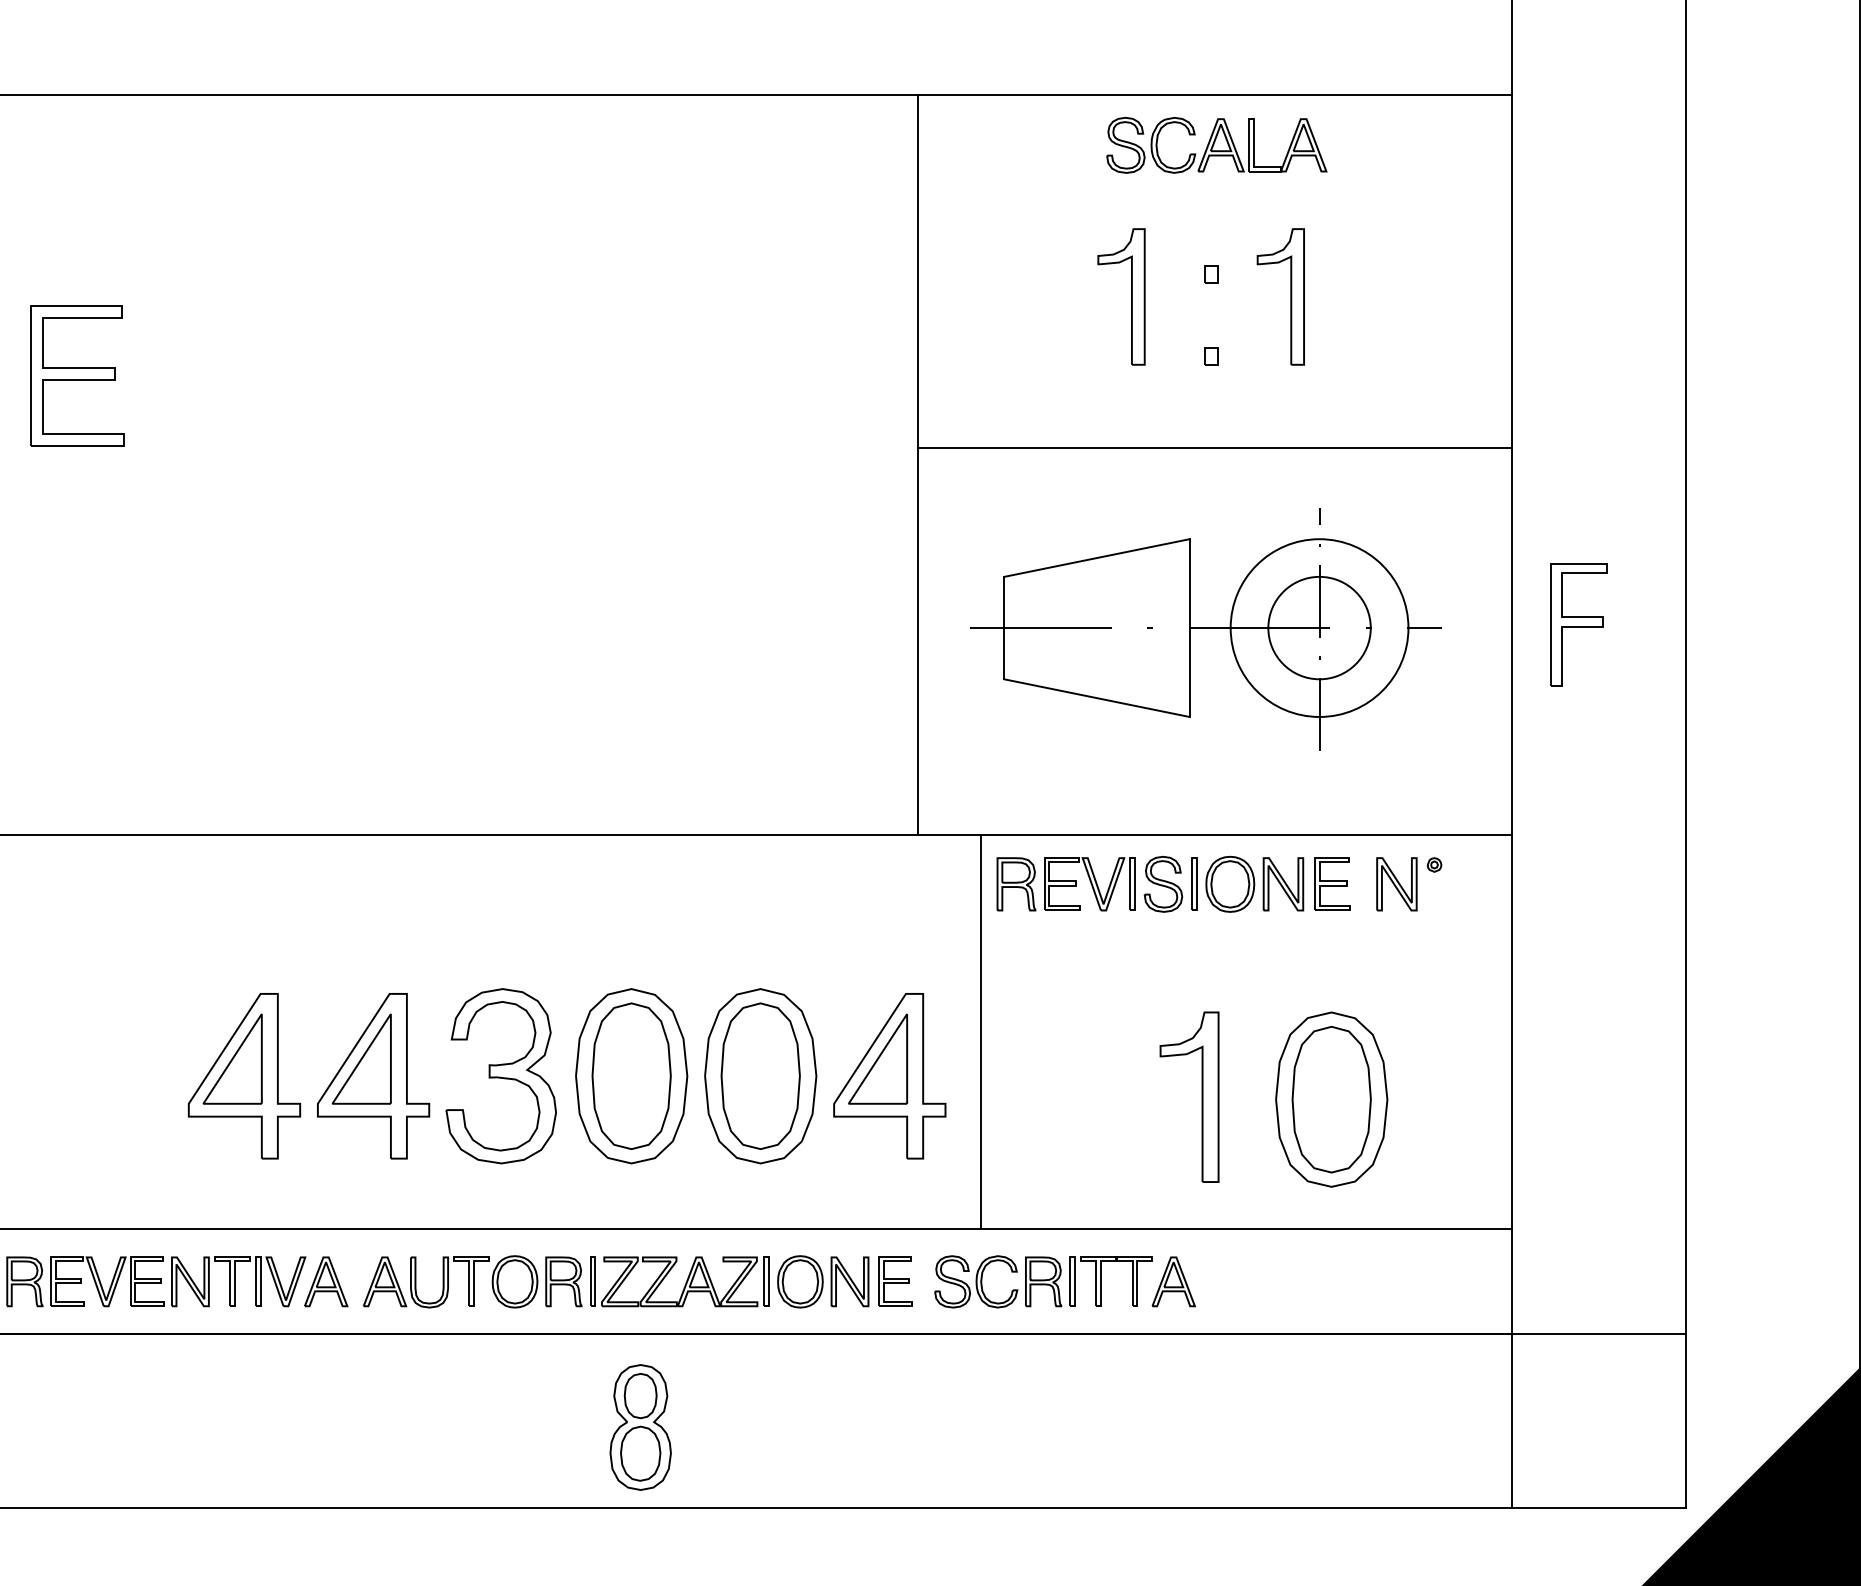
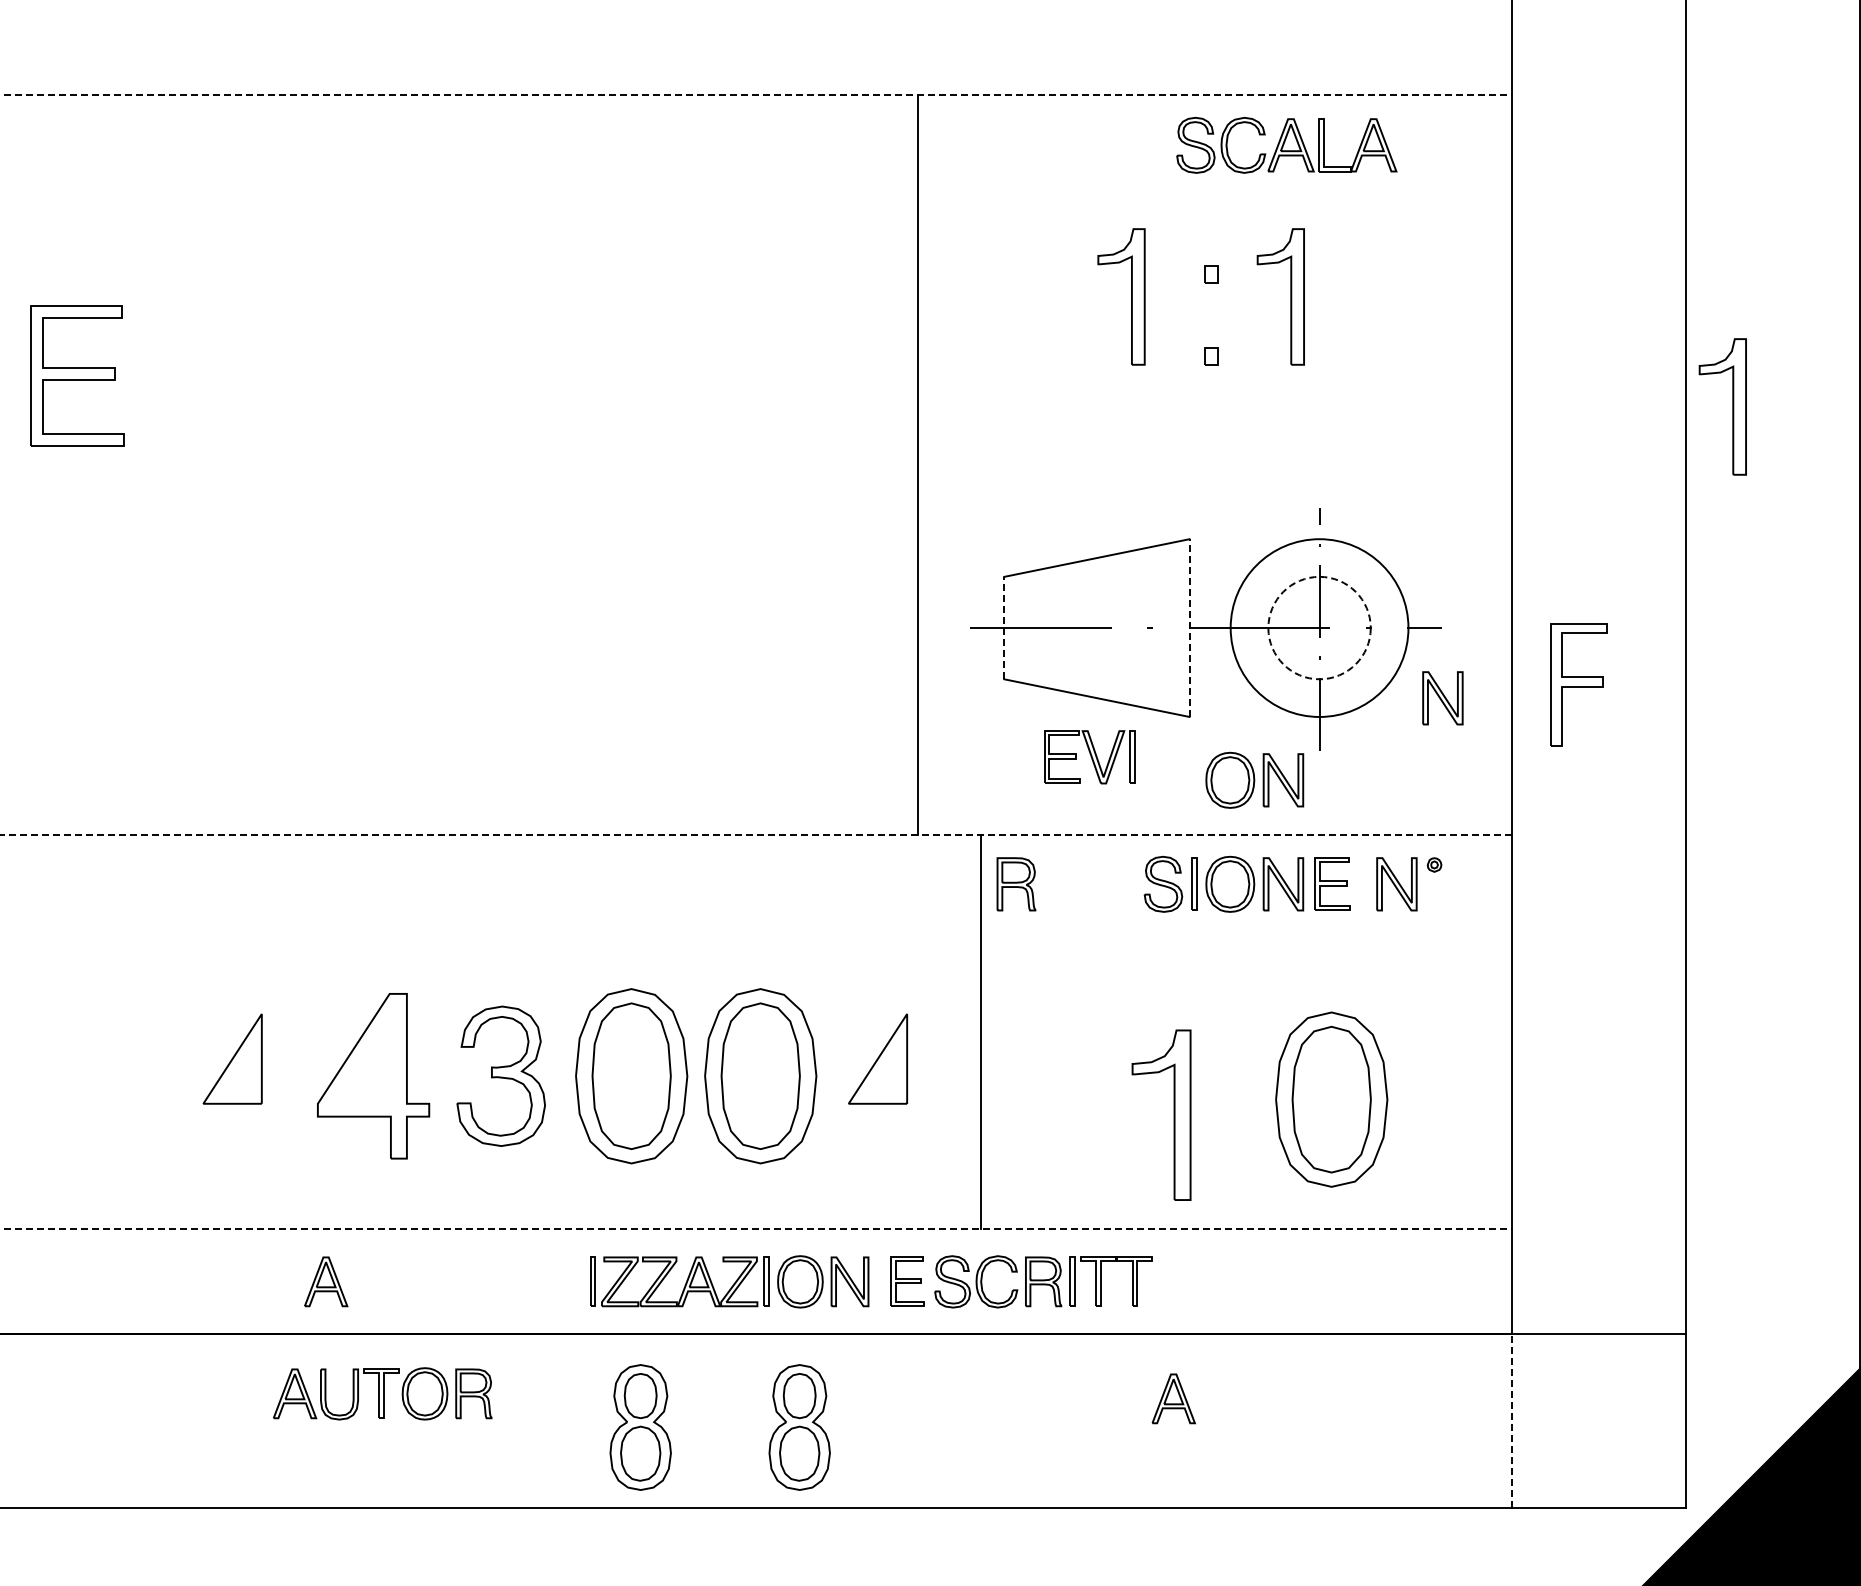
line at (756, 95): solid -> dashed
part at (1216, 144) position: (1216, 144) -> (1286, 144)
part at (1732, 406): none -> present
line at (1214, 448): present -> none
part at (1578, 624) position: (1578, 624) -> (1578, 684)
line at (1004, 627): solid -> dashed
circle at (1319, 627): solid -> dashed
line at (1189, 628): solid -> dashed
part at (1442, 698): none -> present
part at (1254, 779): none -> present
line at (756, 834): solid -> dashed
part at (1089, 884) position: (1089, 884) -> (1089, 757)
part at (361, 1058): present -> none
part at (244, 1076): present -> none
part at (500, 1076) size: 112x177 px -> 90x142 px
part at (889, 1076): present -> none
part at (1201, 1096) position: (1201, 1096) -> (1173, 1114)
line at (756, 1228): solid -> dashed
part at (156, 1281): present -> none
part at (472, 1281) position: (472, 1281) -> (382, 1393)
part at (895, 1281) position: (895, 1281) -> (907, 1281)
part at (1173, 1281) position: (1173, 1281) -> (1173, 1398)
line at (1511, 1420): solid -> dashed
part at (799, 1427): none -> present
